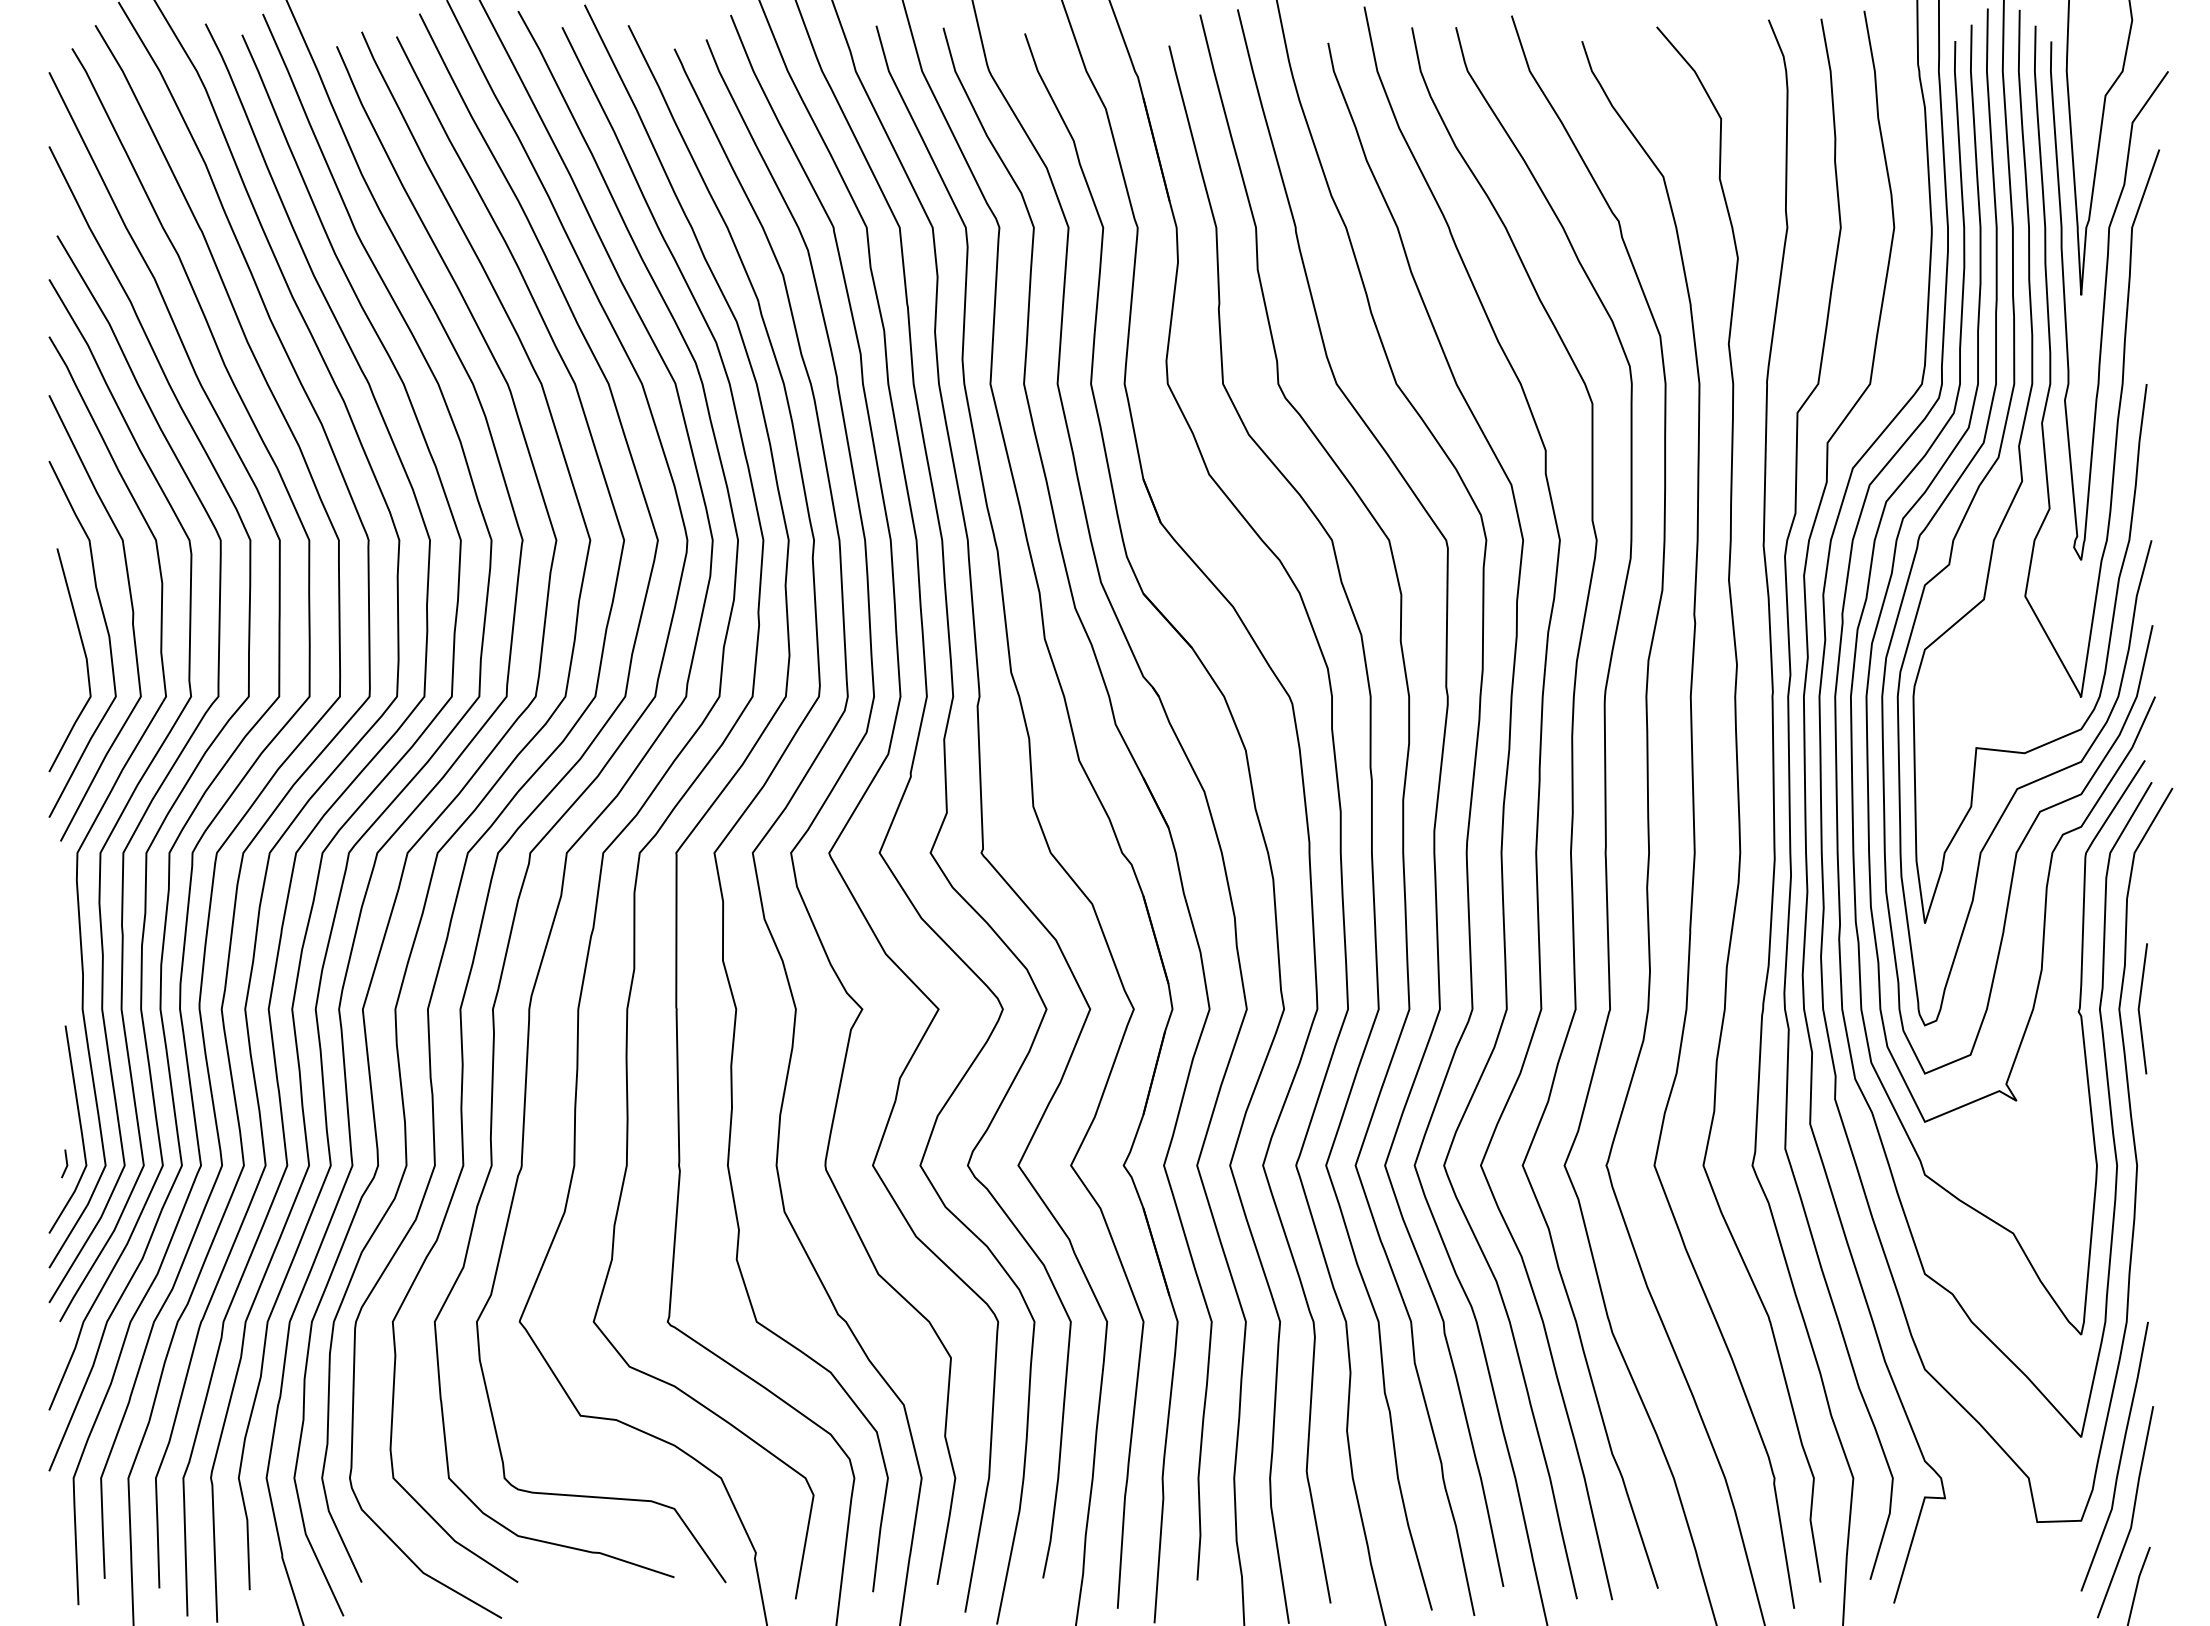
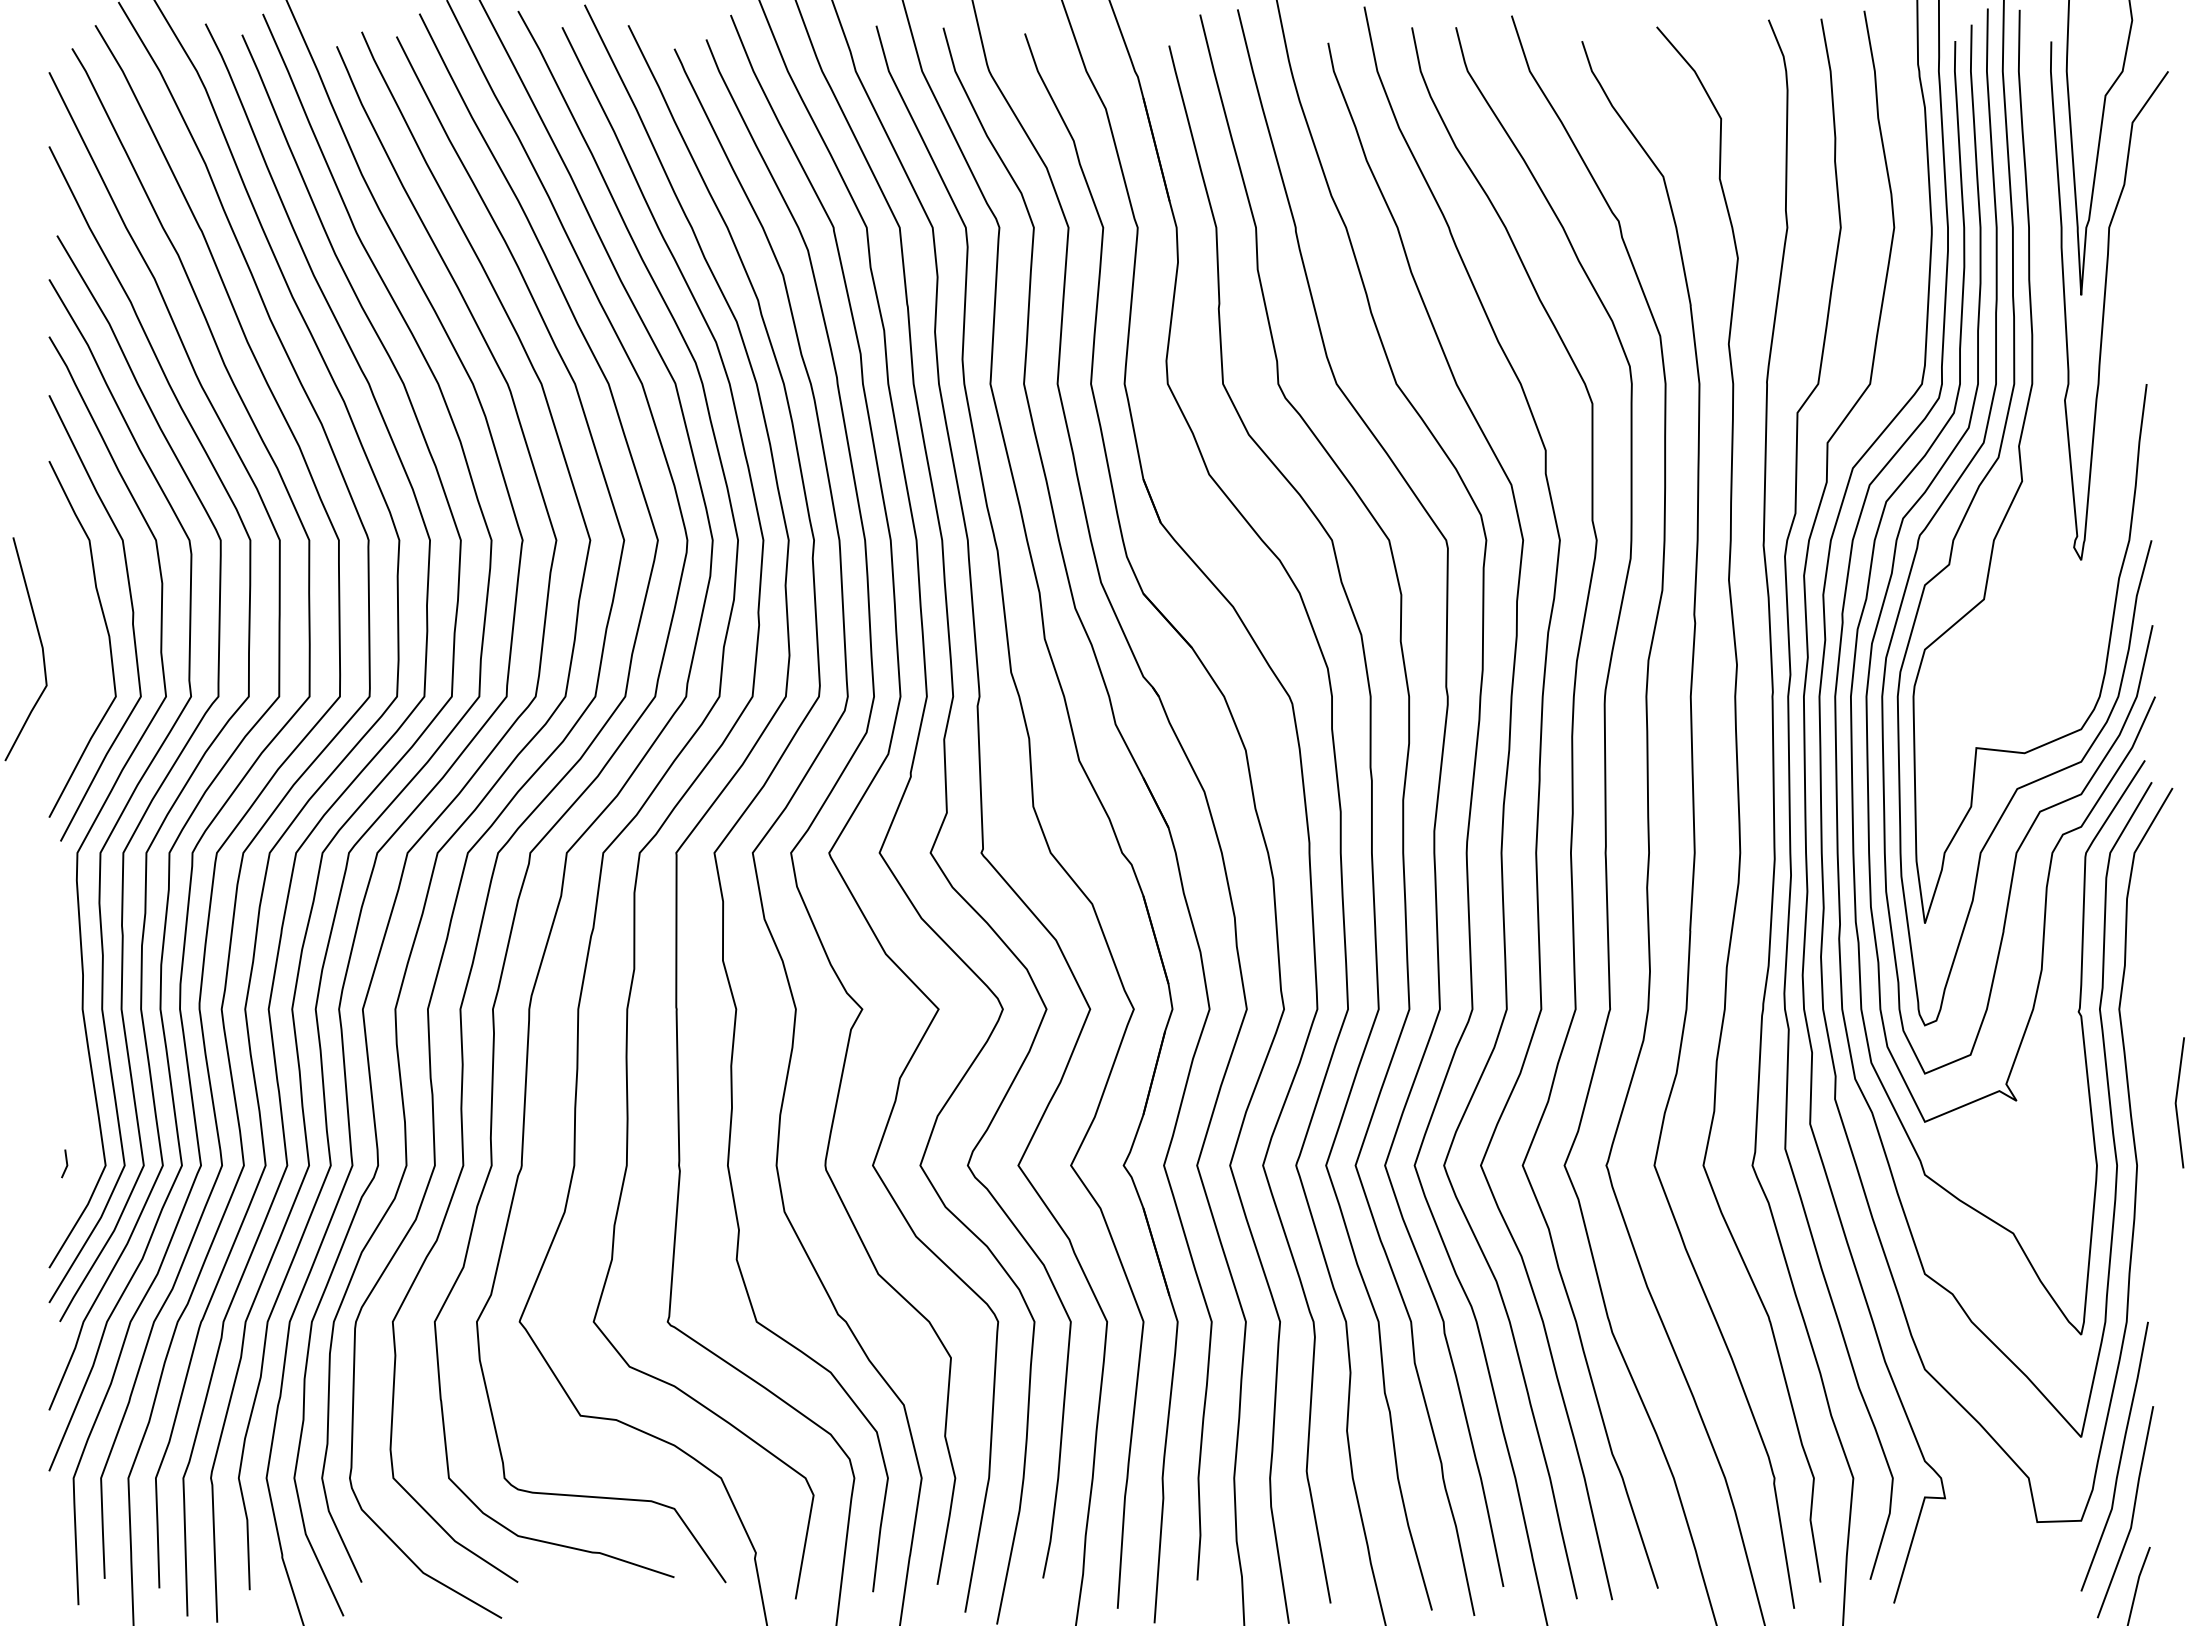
curve at (2122, 361): present -> none
line at (84, 655) position: (84, 655) -> (40, 644)
line at (2139, 1008) position: (2139, 1008) -> (2176, 1102)
line at (79, 1125): present -> none
